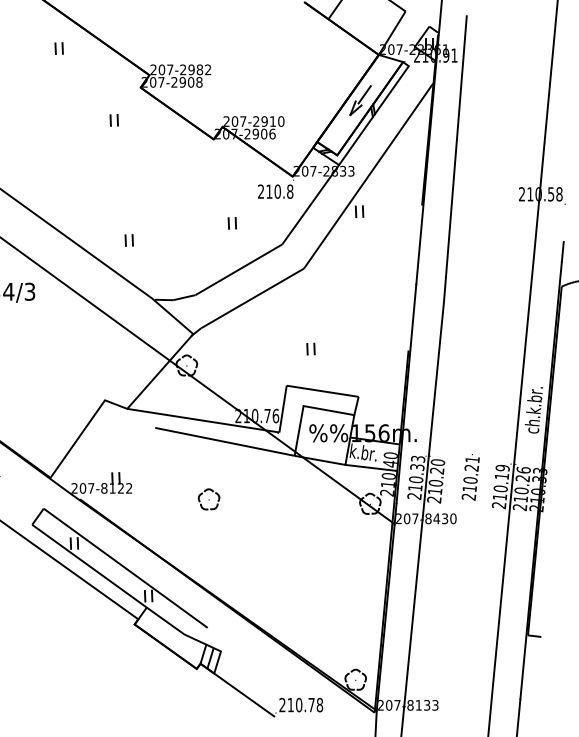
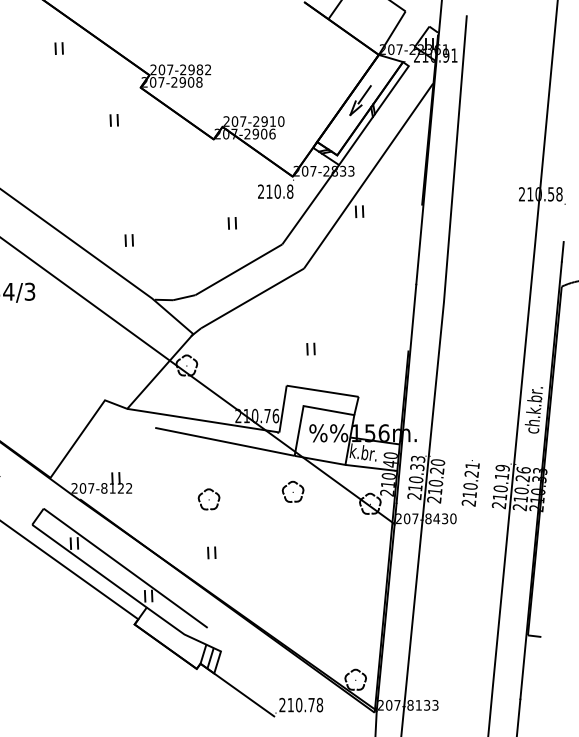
text at (470, 477) position: (470, 477) -> (470, 483)
part at (292, 491): none -> present
part at (211, 552): none -> present
